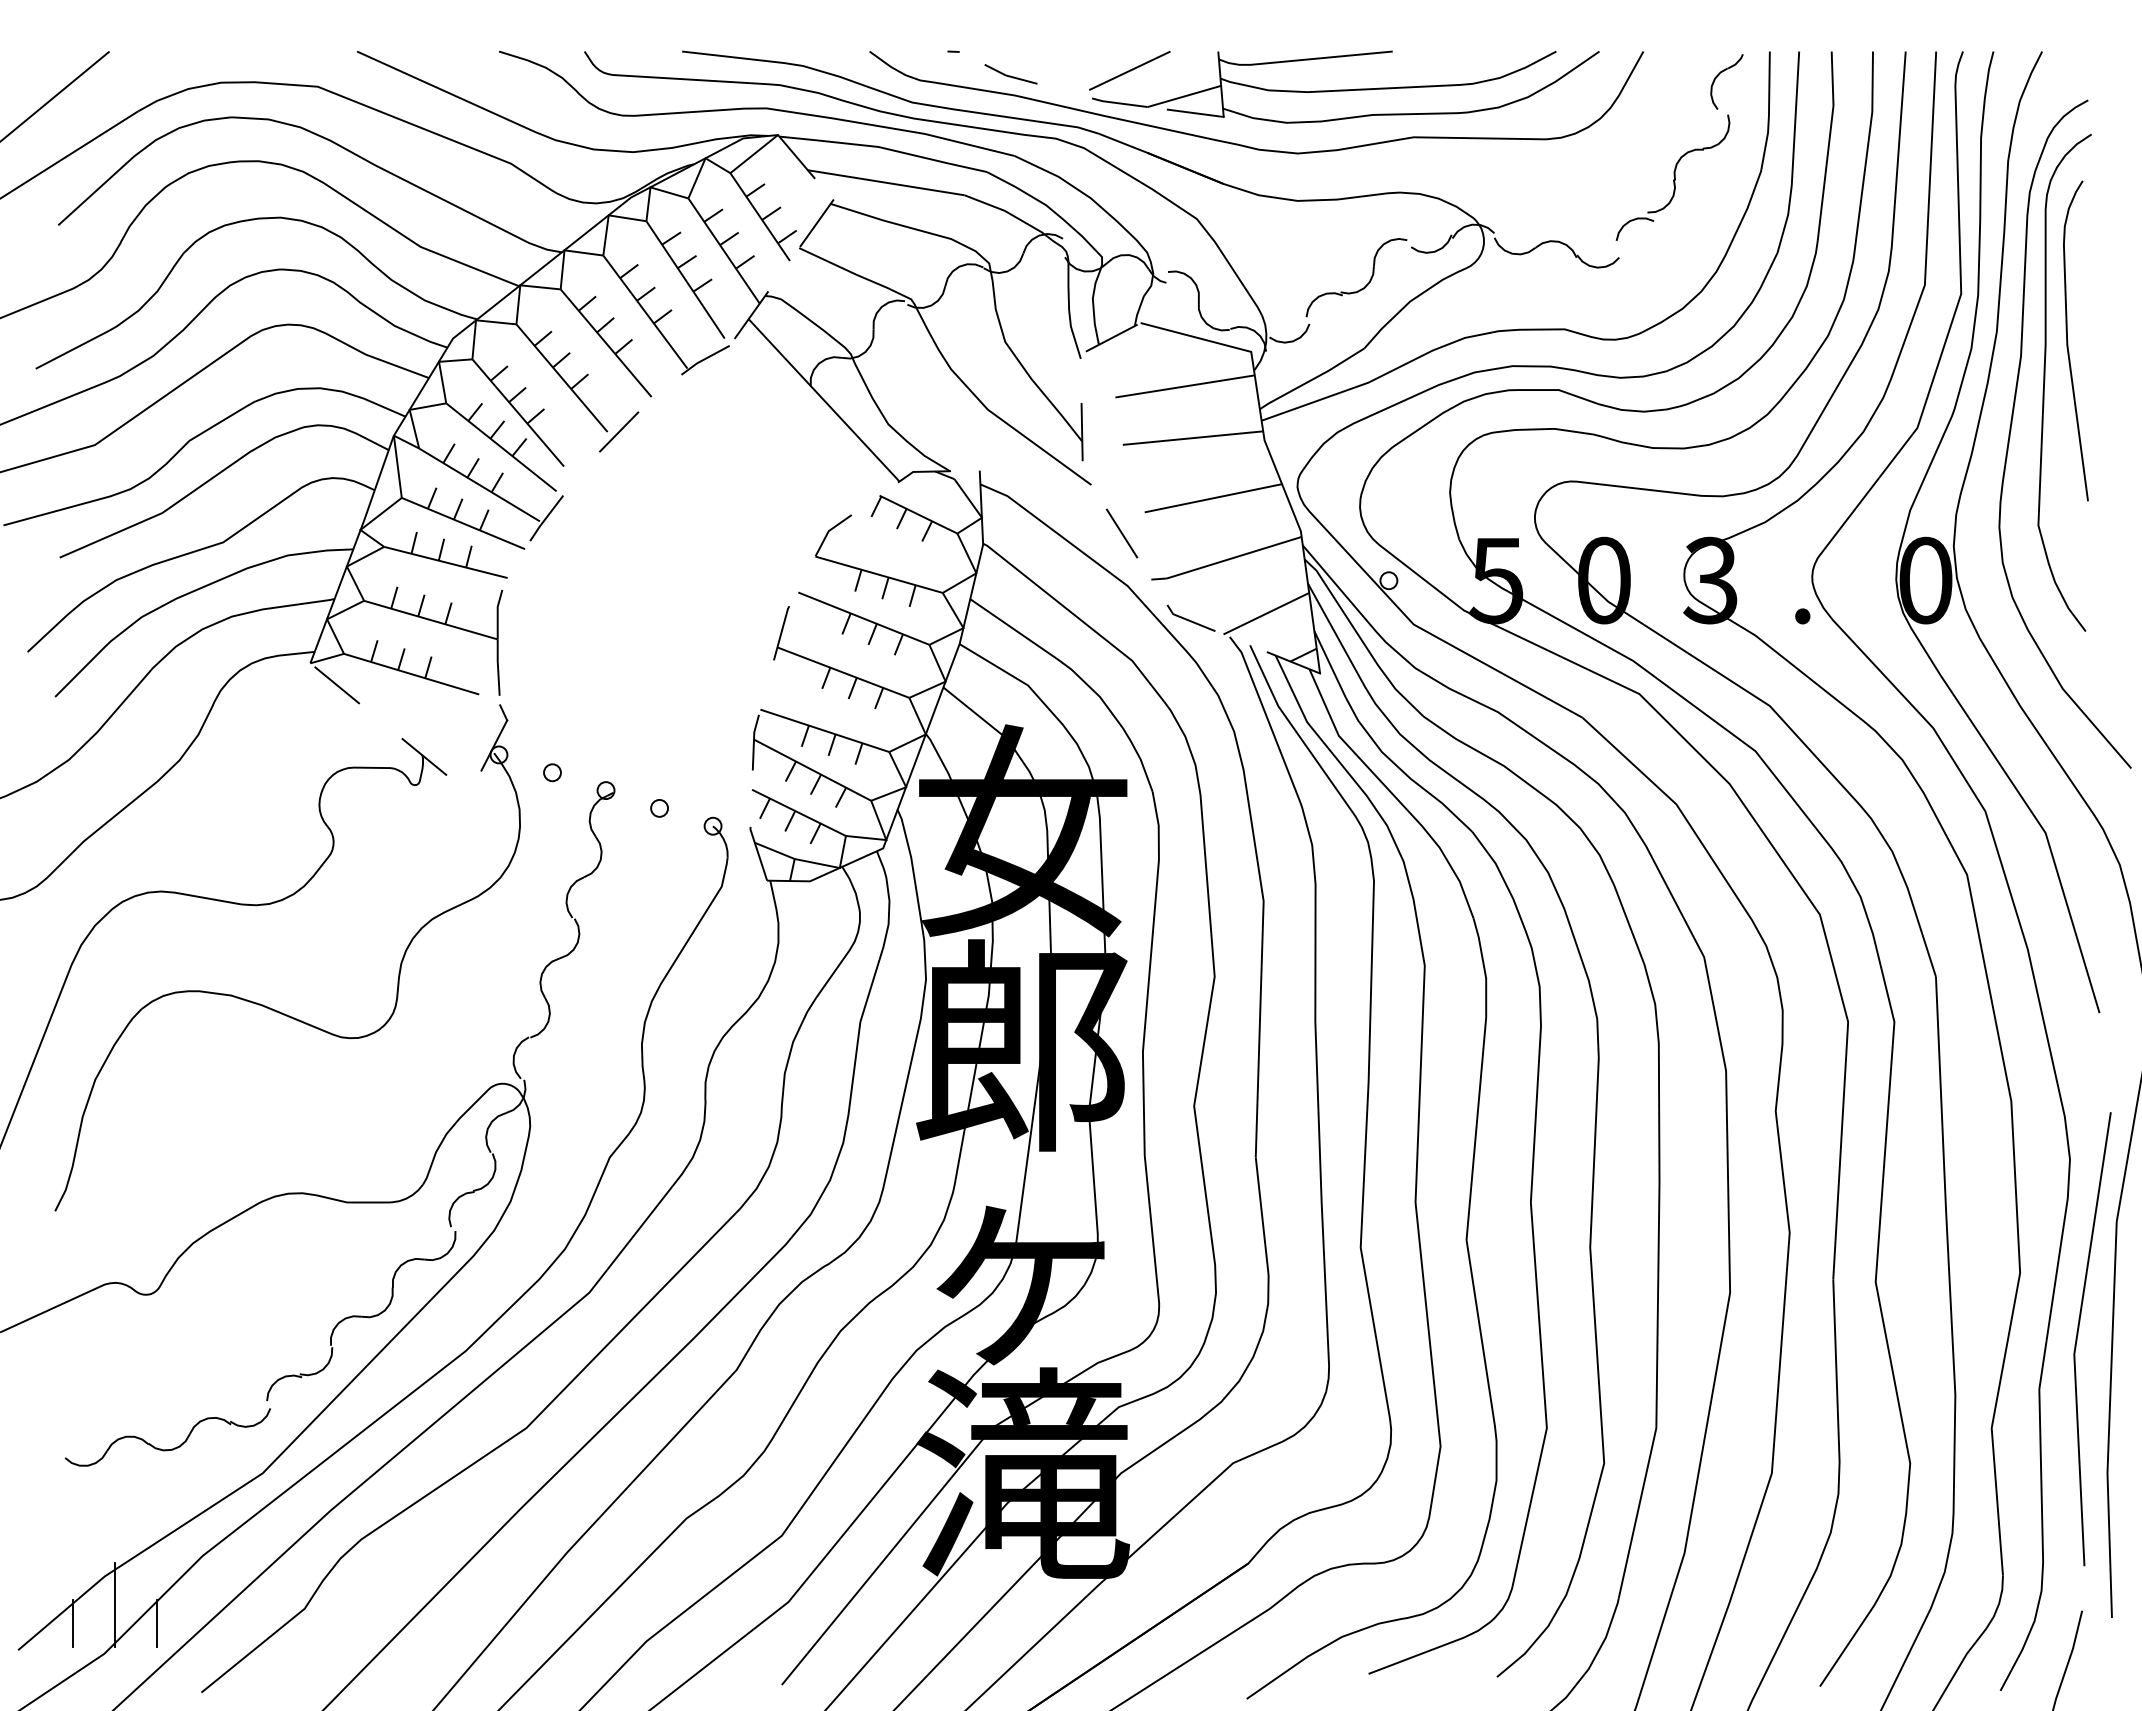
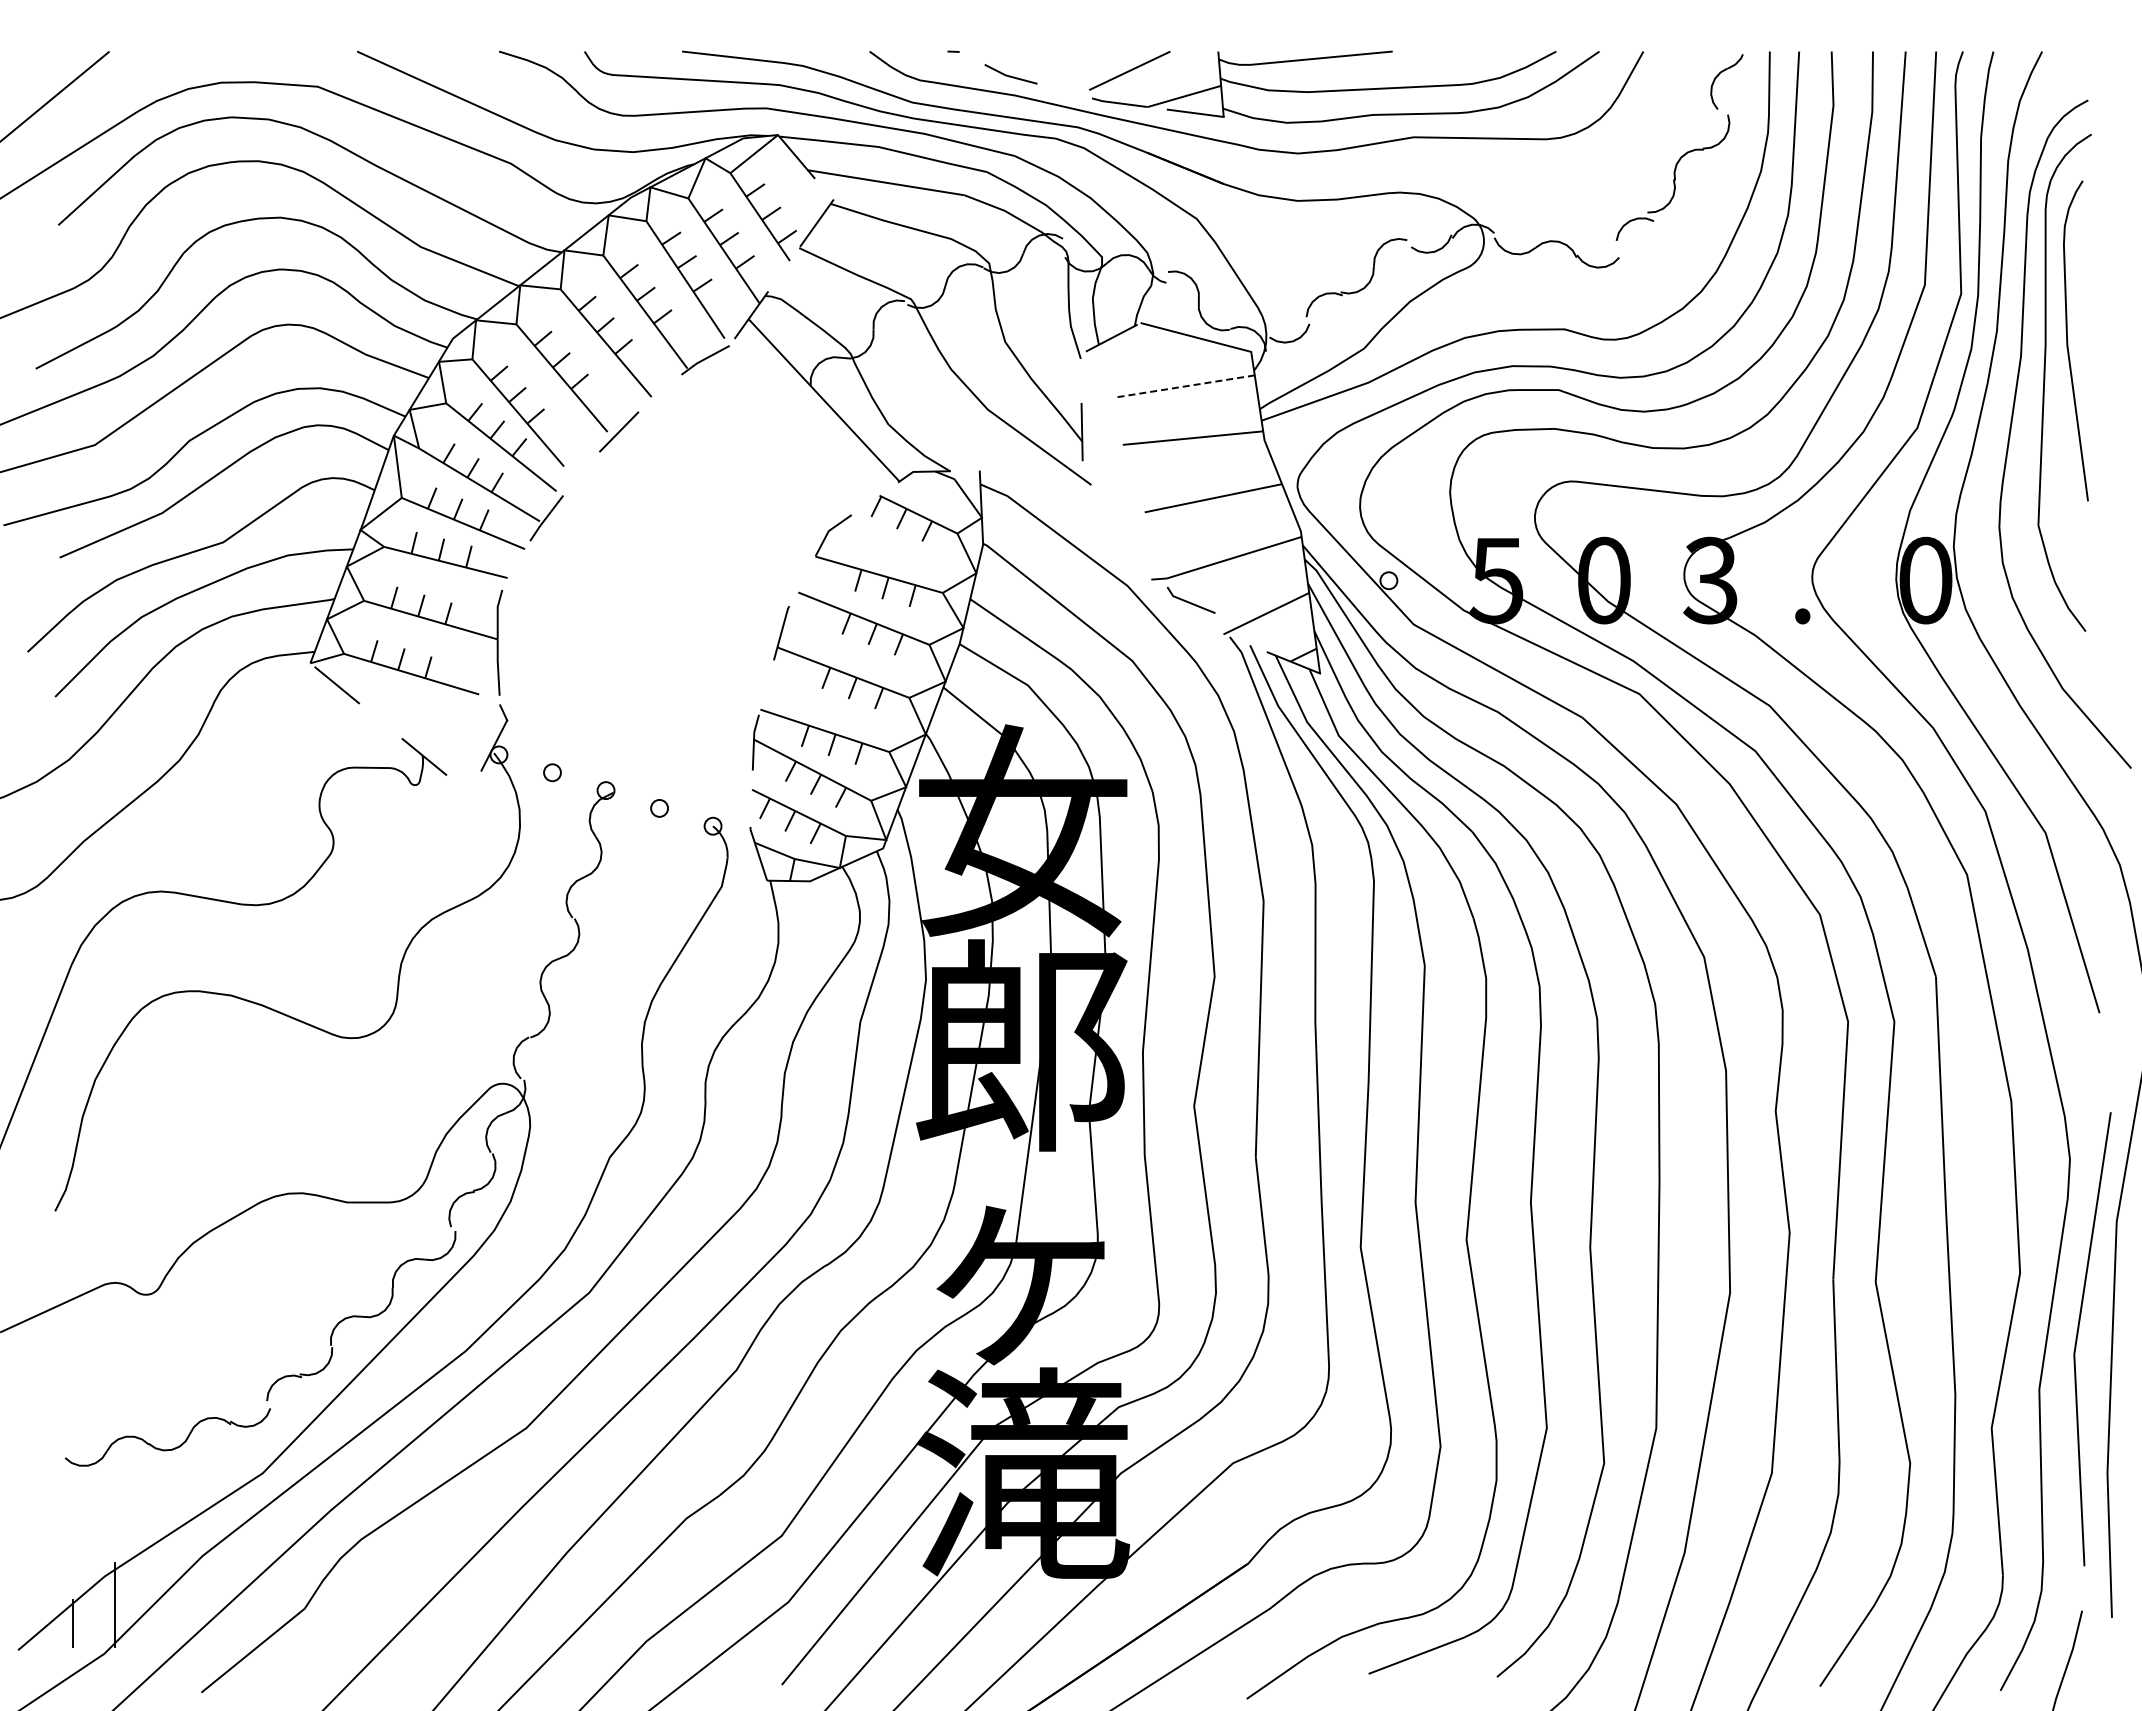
line at (1185, 386): solid -> dashed
line at (1121, 533): present -> none
line at (1189, 619) position: (1189, 619) -> (1189, 601)
line at (157, 1623): present -> none
